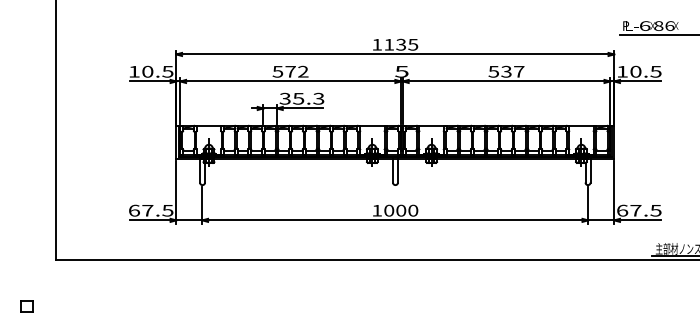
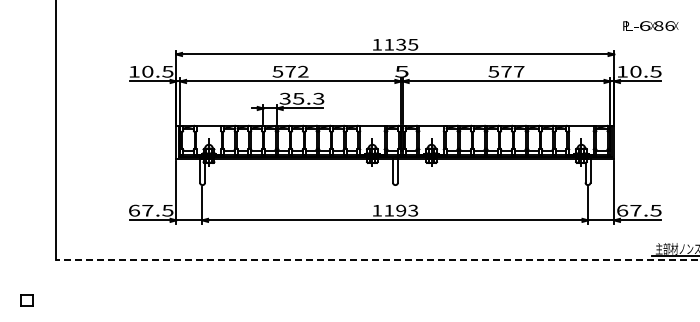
line at (658, 34): present -> none
text at (506, 71): 537 -> 577
text at (401, 210): 1000 -> 1193
line at (377, 259): solid -> dashed
part at (26, 306) position: (26, 306) -> (26, 300)
